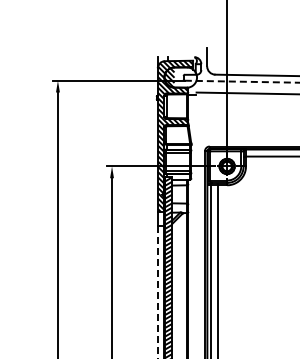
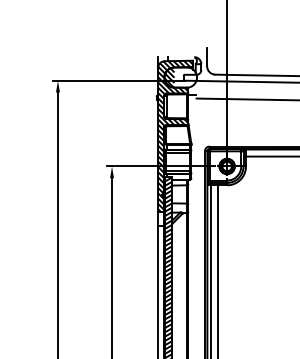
line at (242, 81): dashed -> solid
line at (246, 93) position: (246, 93) -> (246, 99)
line at (157, 292): dashed -> solid
